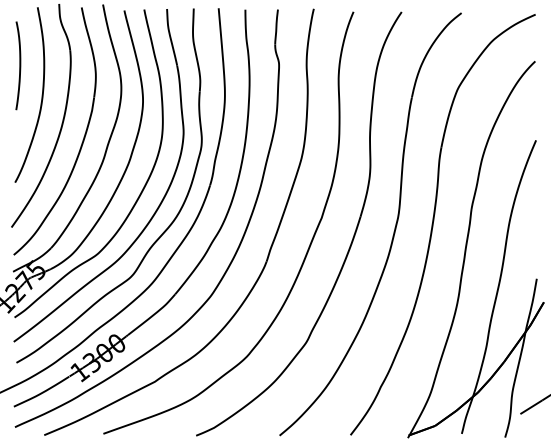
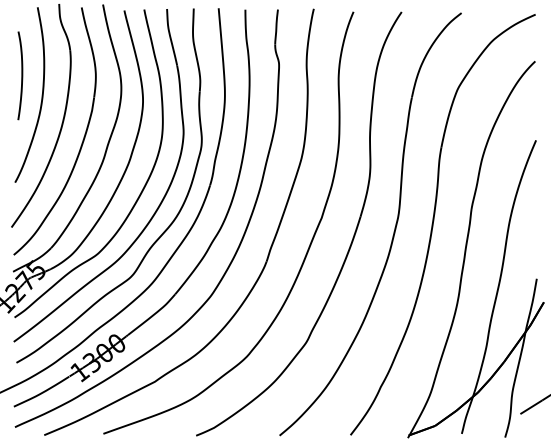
curve at (19, 65) position: (19, 65) -> (21, 75)
